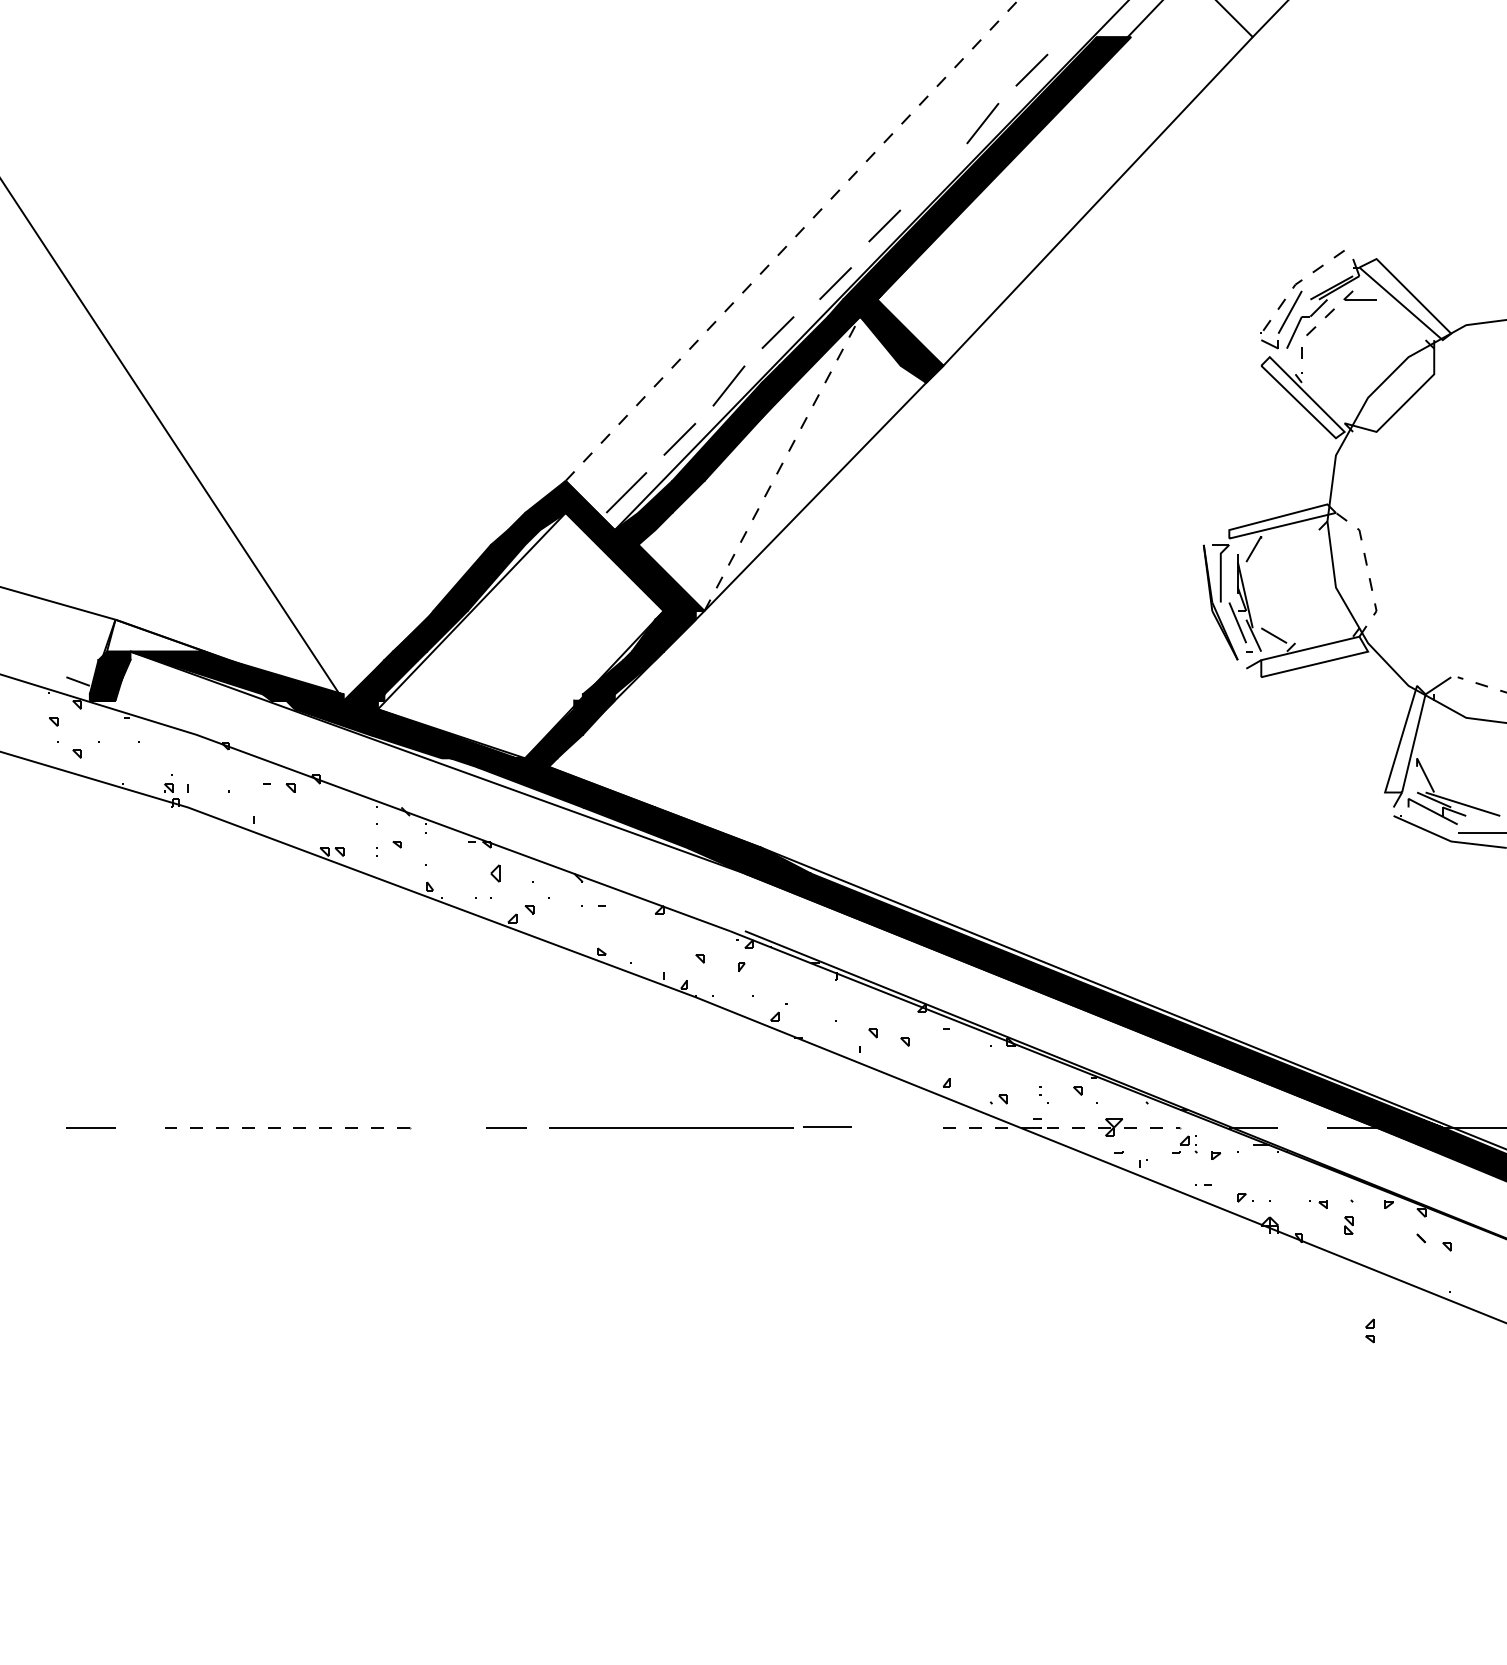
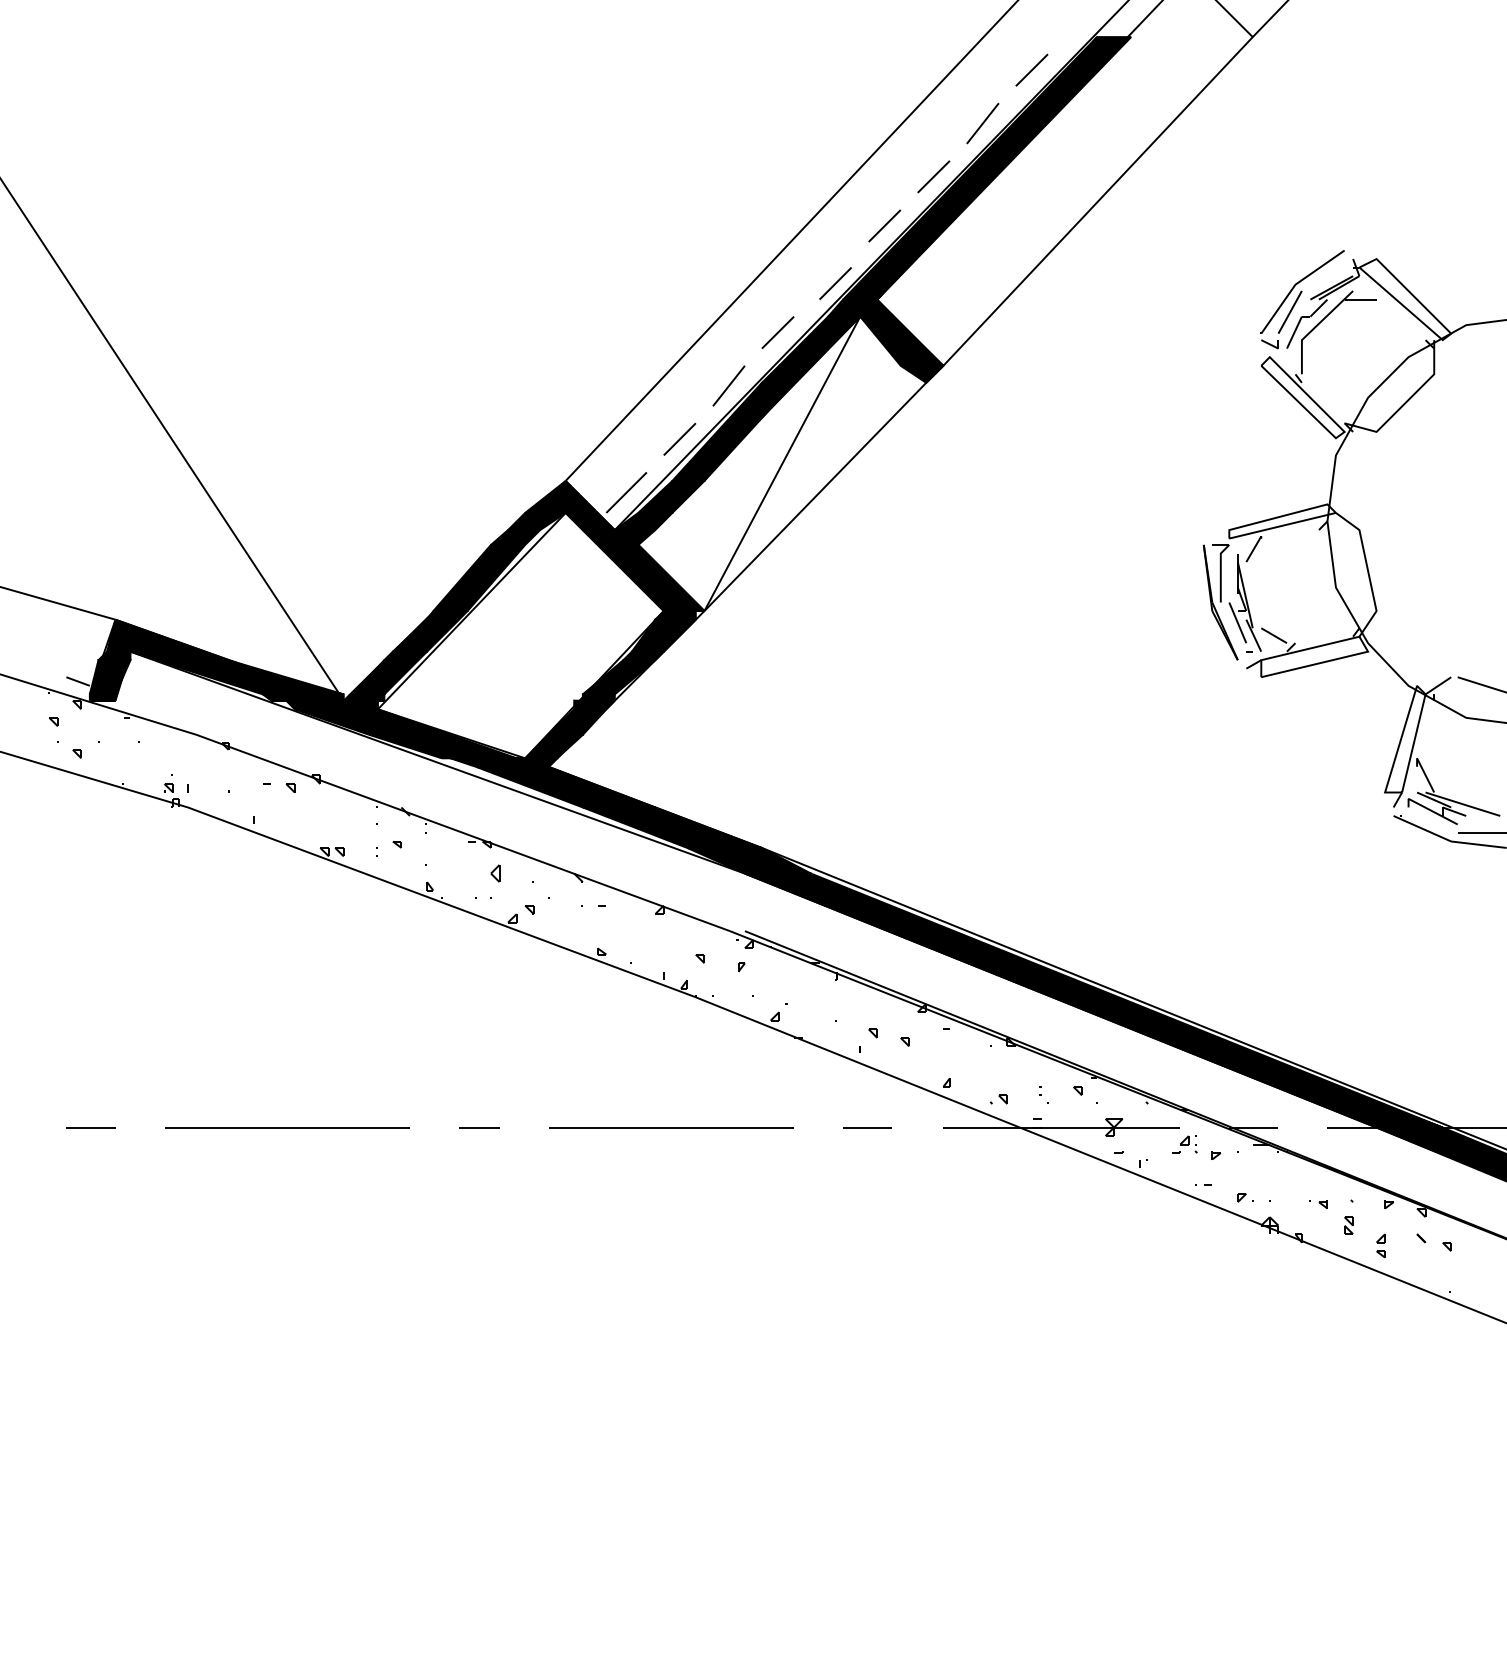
line at (933, 176): none -> present
line at (792, 240): dashed -> solid
line at (1295, 284): dashed -> solid
line at (1314, 328): dashed -> solid
line at (782, 462): dashed -> solid
line at (1368, 571): dashed -> solid
fill at (156, 635): none -> present
line at (1482, 684): dashed -> solid
line at (827, 1126) position: (827, 1126) -> (867, 1127)
line at (288, 1127): dashed -> solid
line at (506, 1127) position: (506, 1127) -> (479, 1127)
line at (1062, 1127): dashed -> solid
part at (1369, 1330) position: (1369, 1330) -> (1380, 1245)
